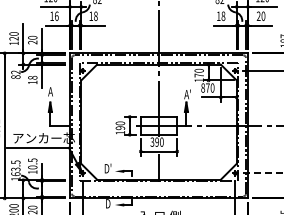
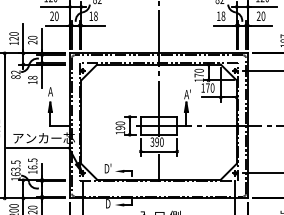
text at (54, 15): 16 -> 20
text at (203, 87): 870 -> 170
text at (32, 167): 10.5 -> 16.5
line at (263, 173): dashed -> solid
